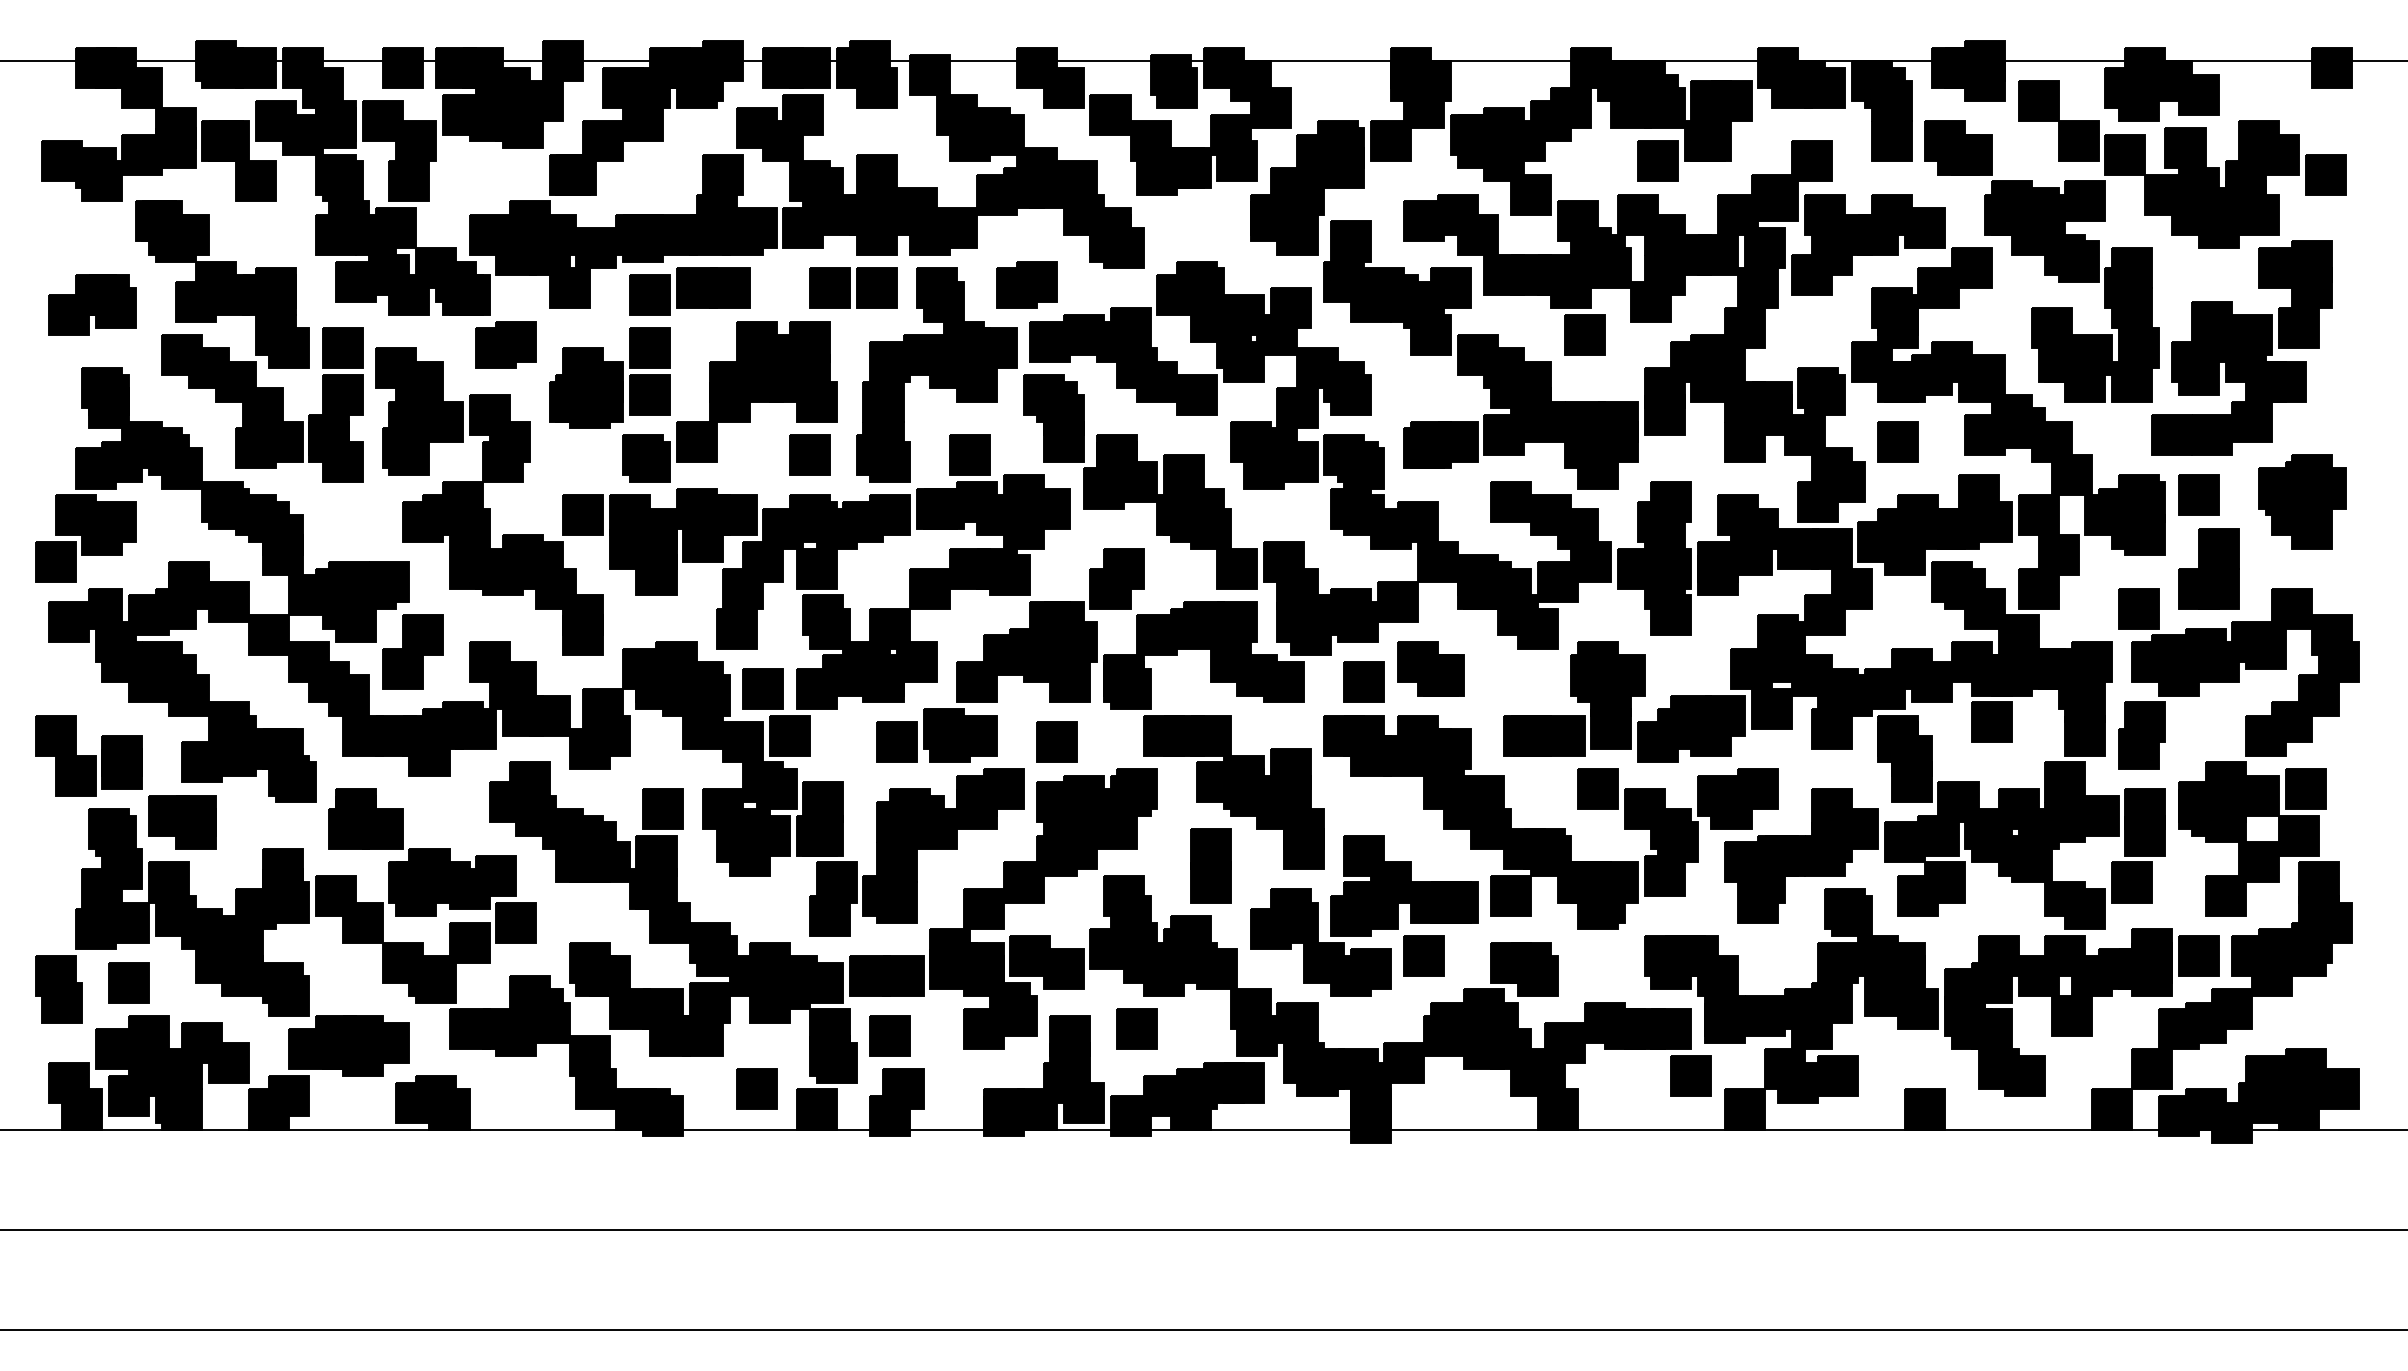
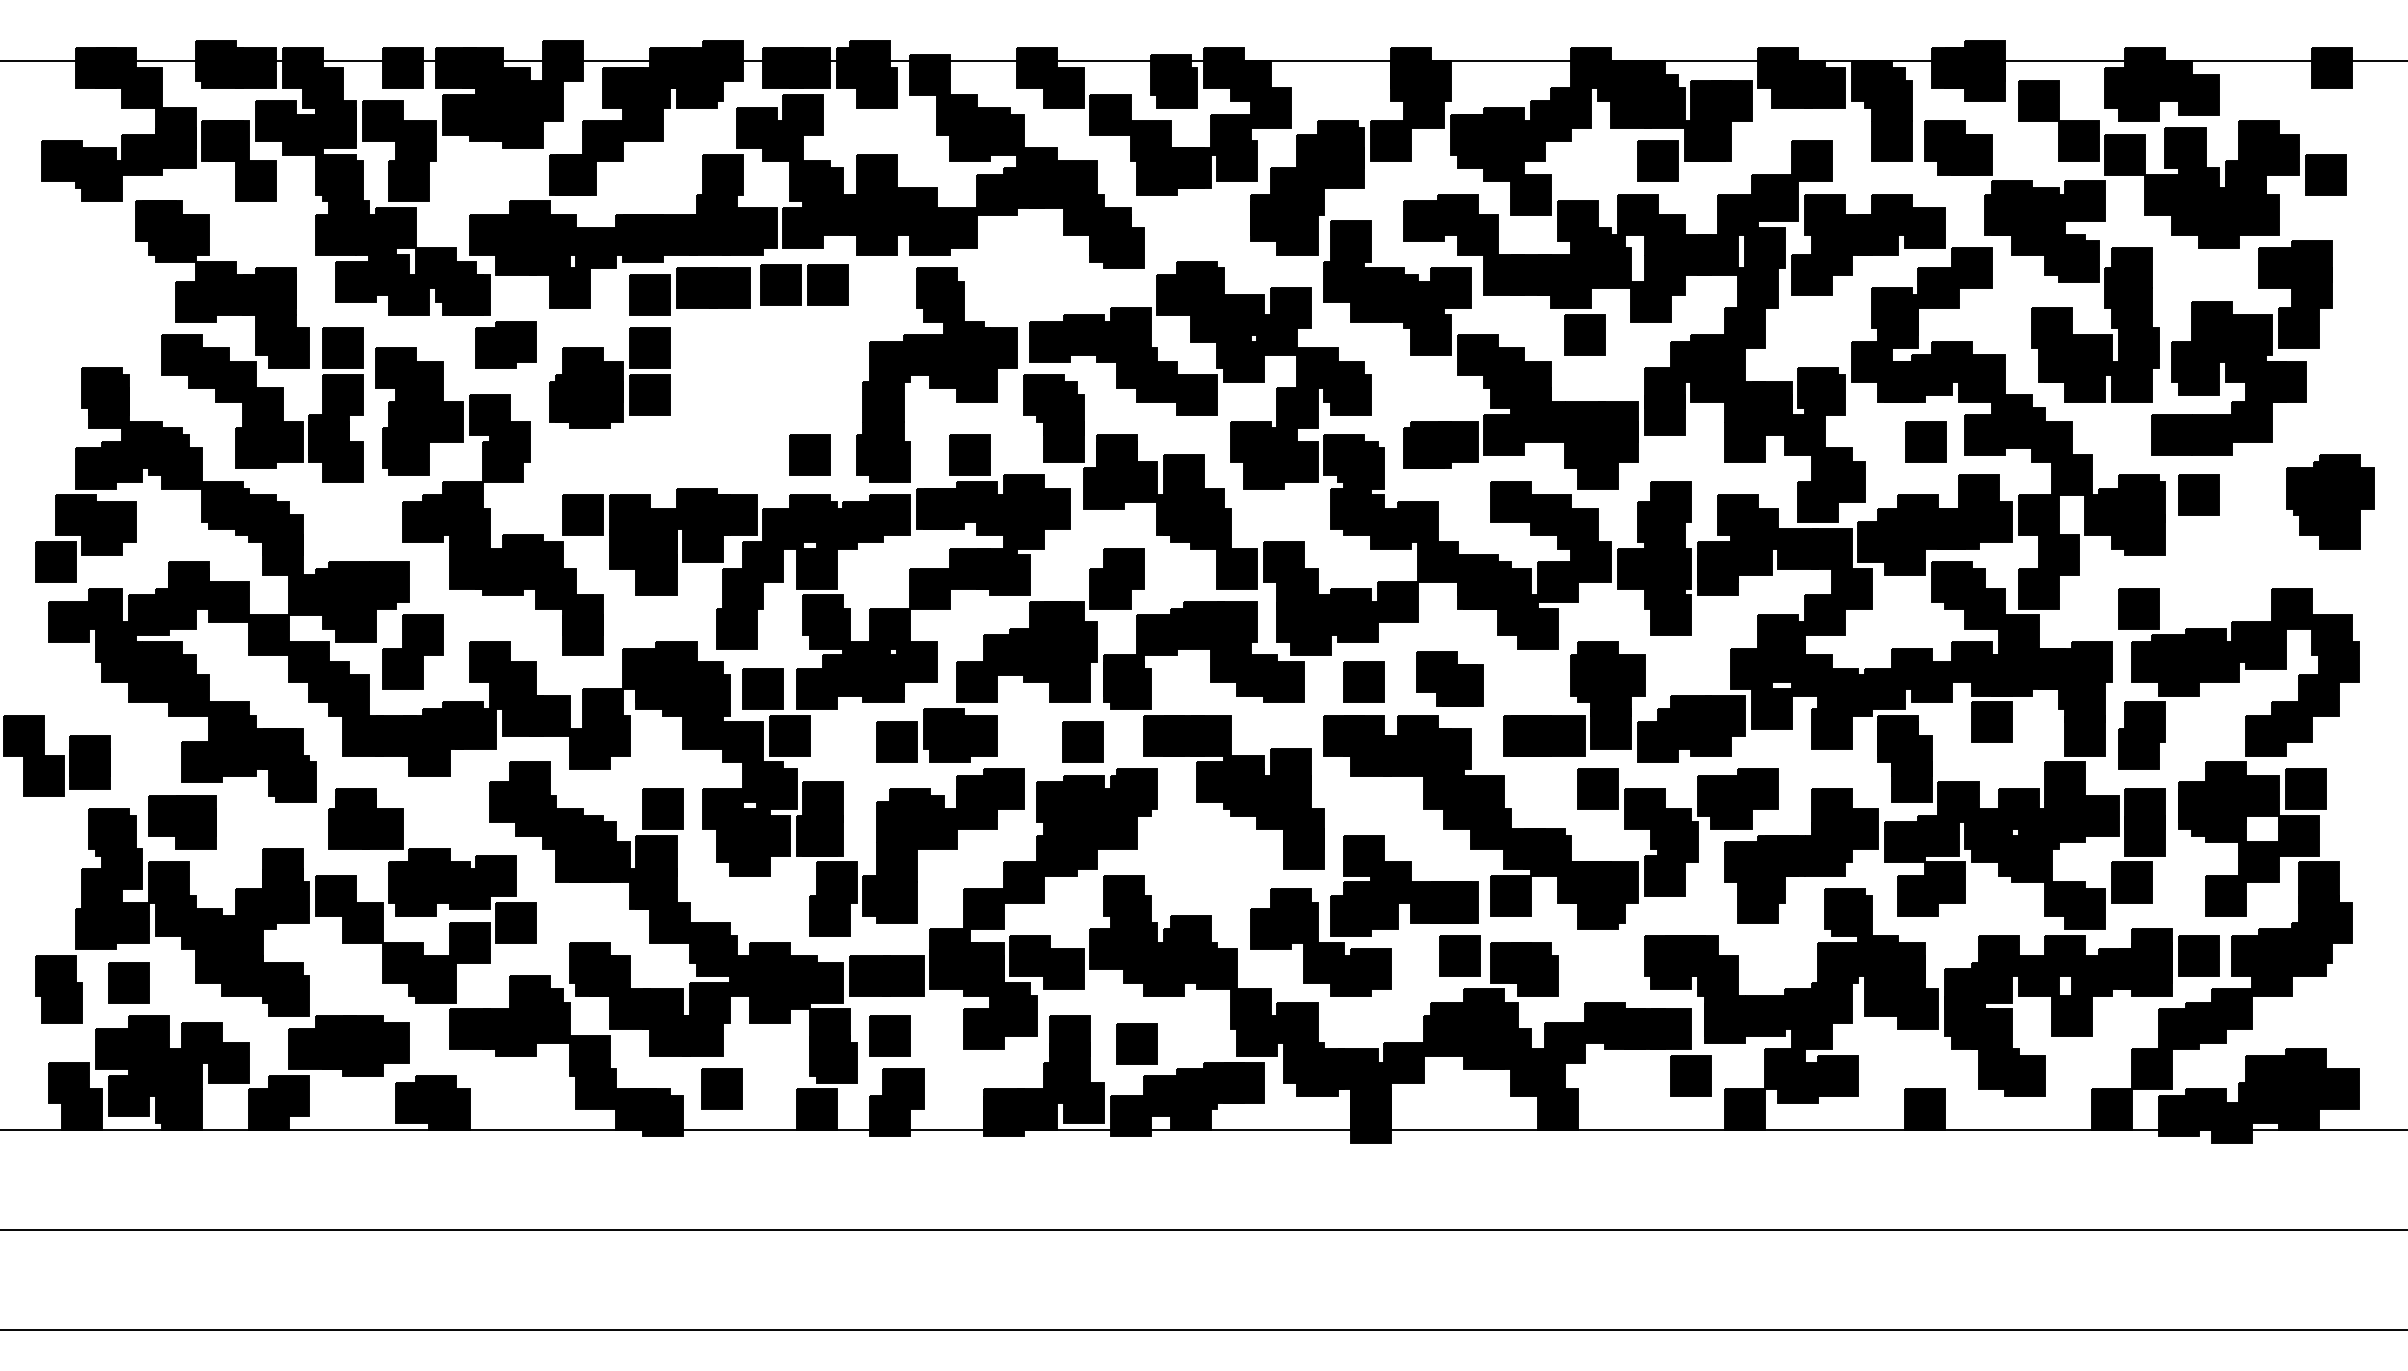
part at (1026, 284): present -> none
part at (853, 287) position: (853, 287) -> (804, 284)
part at (92, 304): present -> none
part at (729, 401): present -> none
part at (1897, 441) position: (1897, 441) -> (1925, 441)
part at (2302, 501) position: (2302, 501) -> (2330, 501)
part at (2208, 568): present -> none
part at (1430, 668) position: (1430, 668) -> (1449, 678)
part at (1056, 741) position: (1056, 741) -> (1082, 741)
part at (88, 755) position: (88, 755) -> (56, 755)
part at (1210, 865): present -> none
part at (1423, 955) position: (1423, 955) -> (1459, 955)
part at (1136, 1028) position: (1136, 1028) -> (1136, 1043)
part at (756, 1088) position: (756, 1088) -> (721, 1088)
